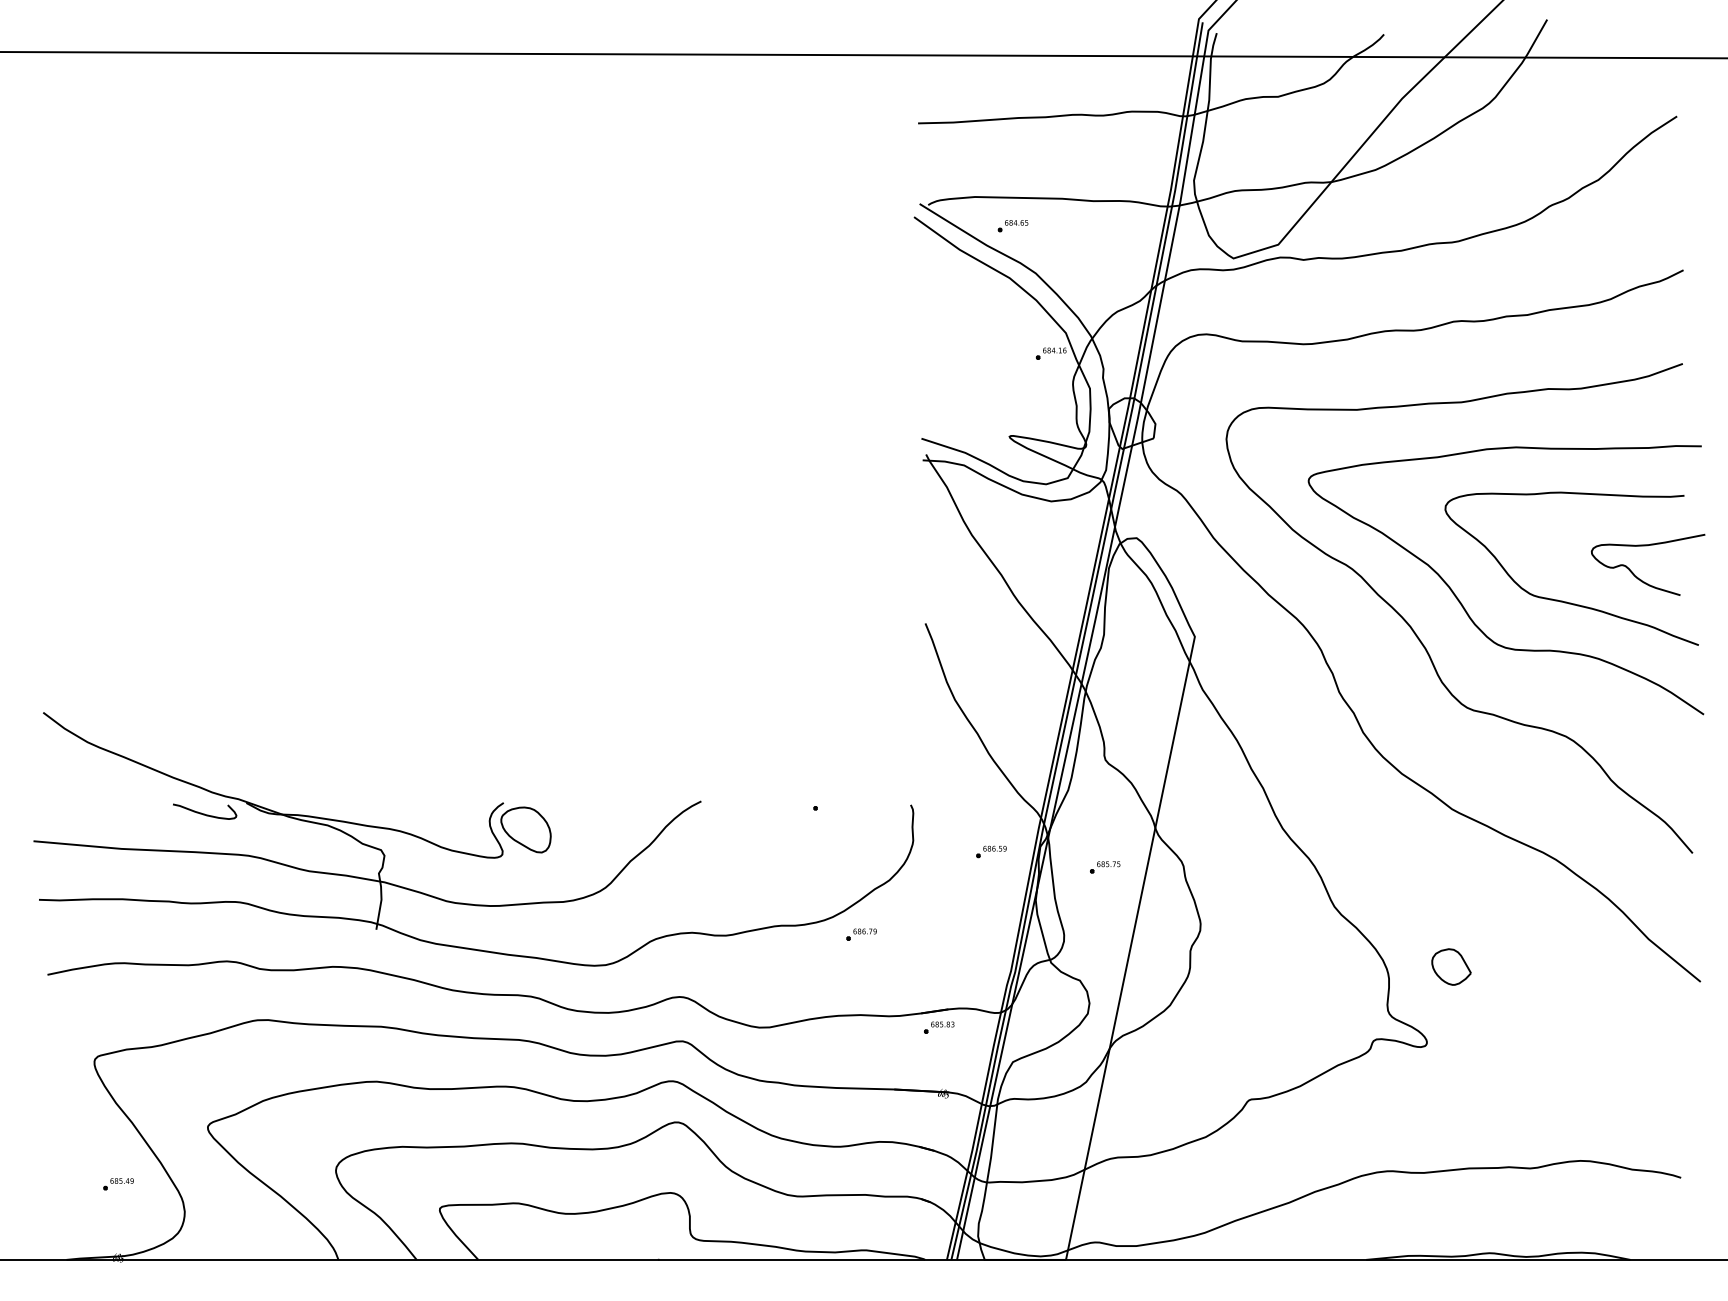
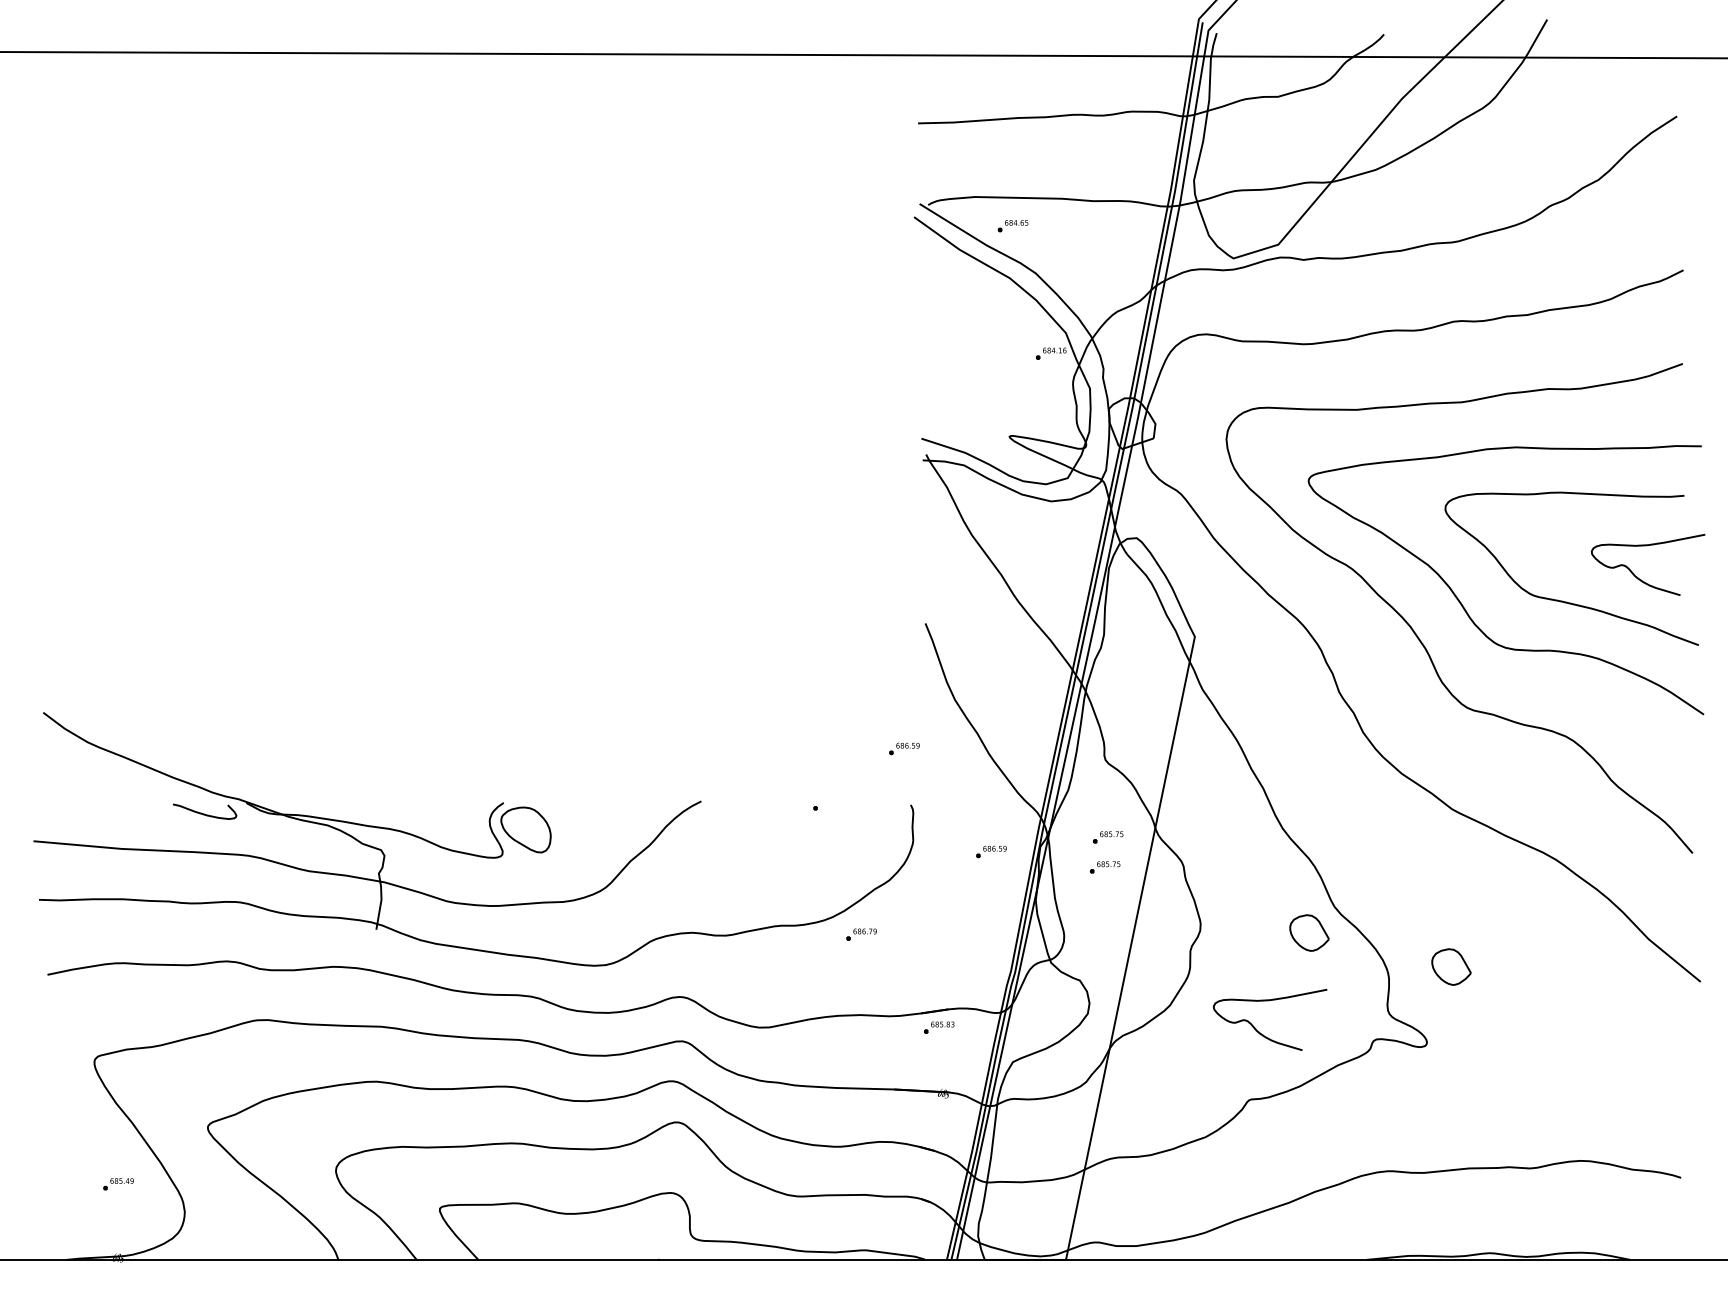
part at (904, 748): none -> present
part at (1108, 837): none -> present
part at (1309, 932): none -> present
curve at (1259, 1031): none -> present
